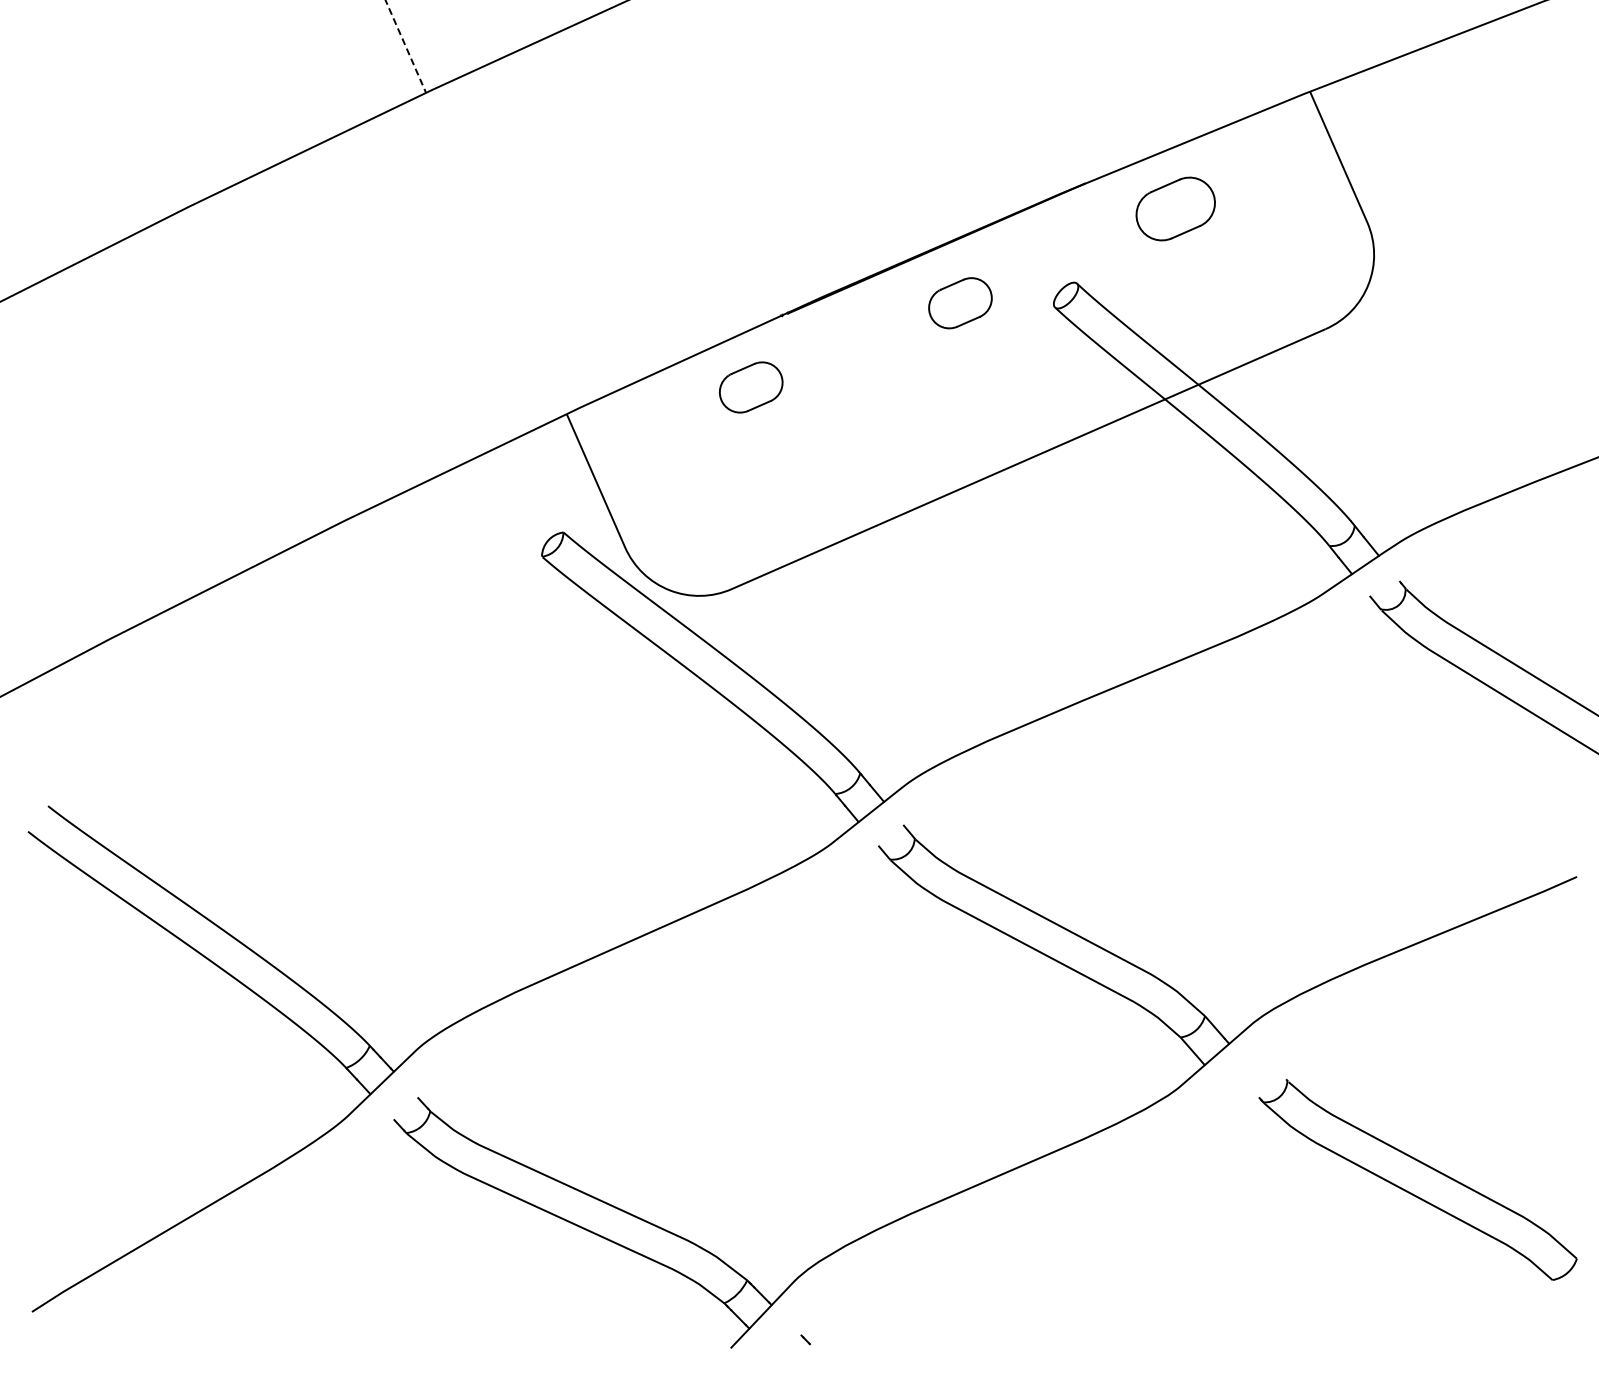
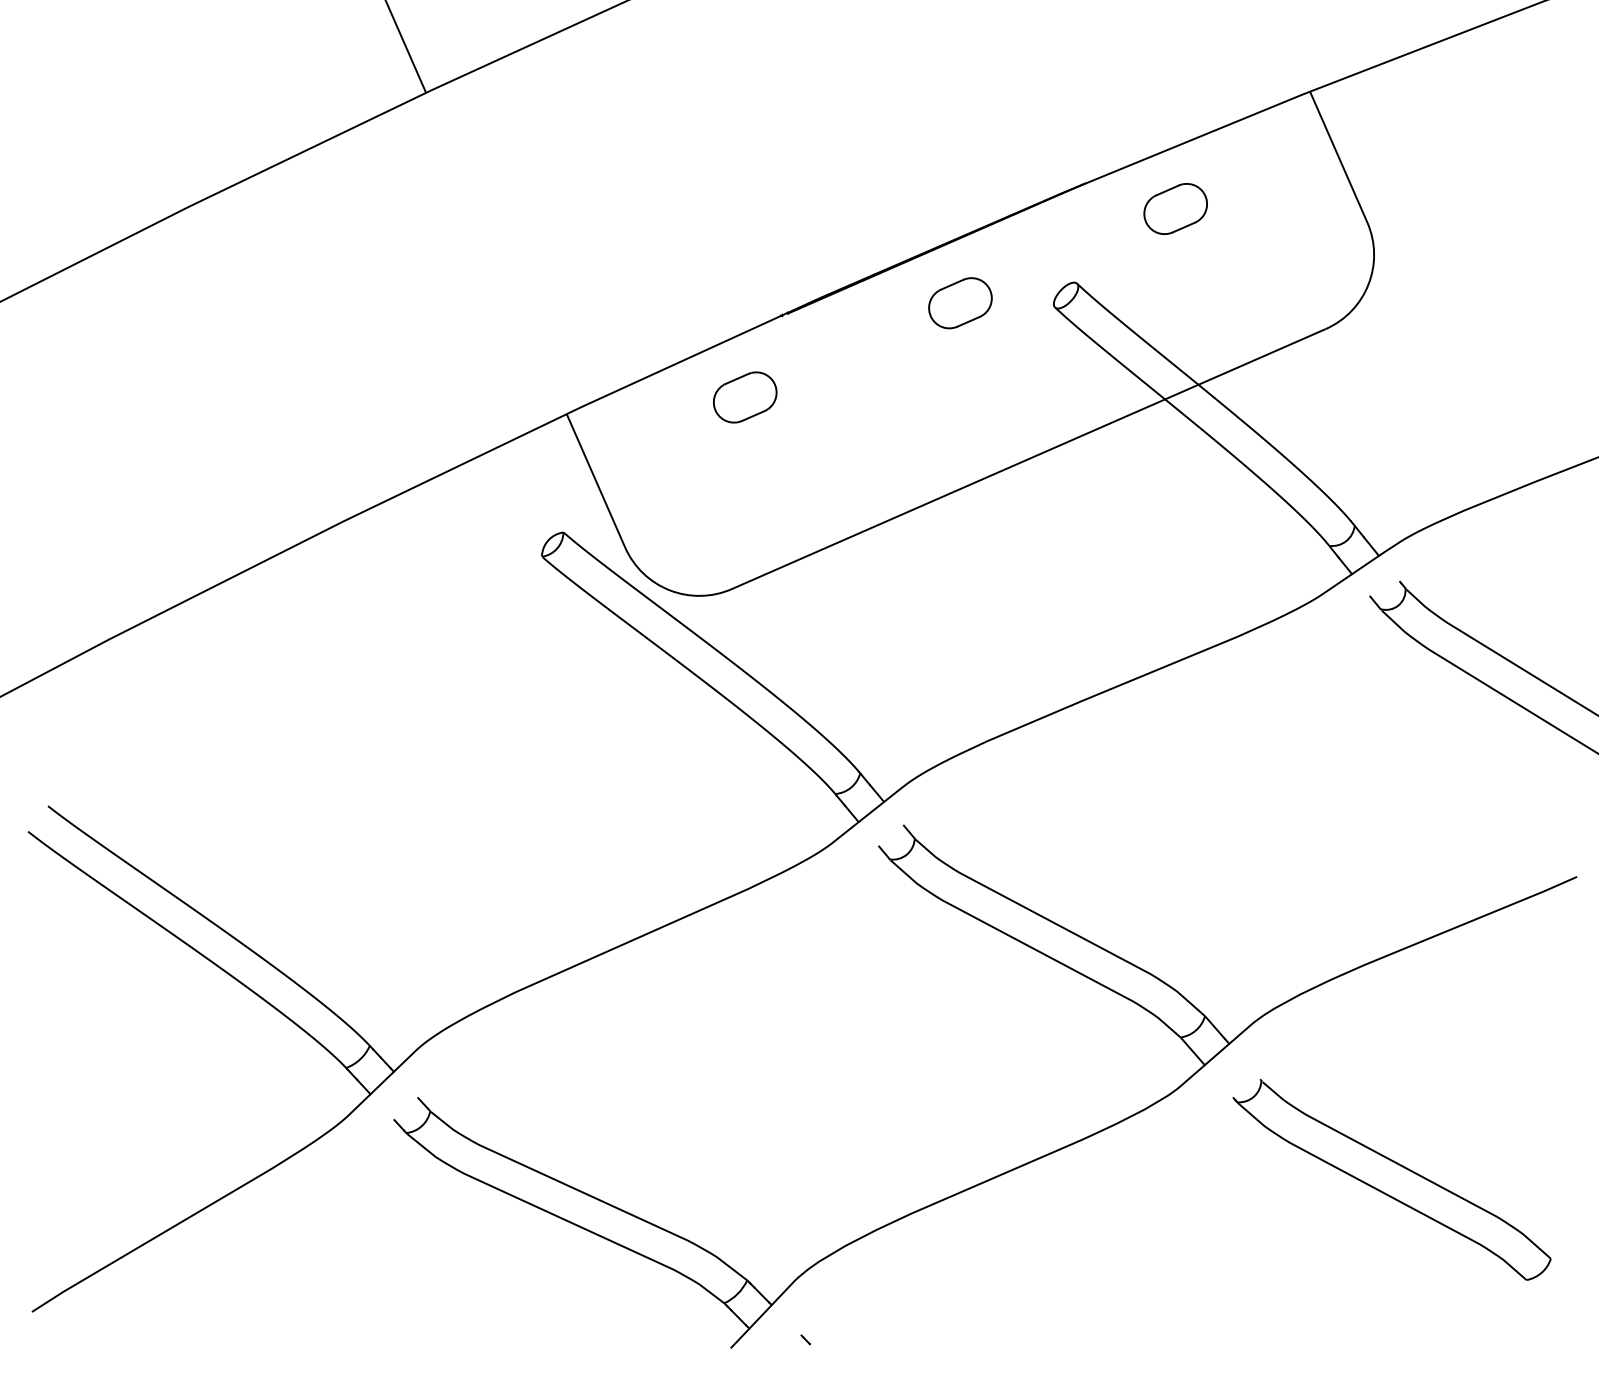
line at (406, 47): dashed -> solid
part at (1175, 208) size: 81x66 px -> 65x52 px
part at (751, 387) position: (751, 387) -> (745, 397)
part at (1417, 1179) position: (1417, 1179) -> (1391, 1179)
